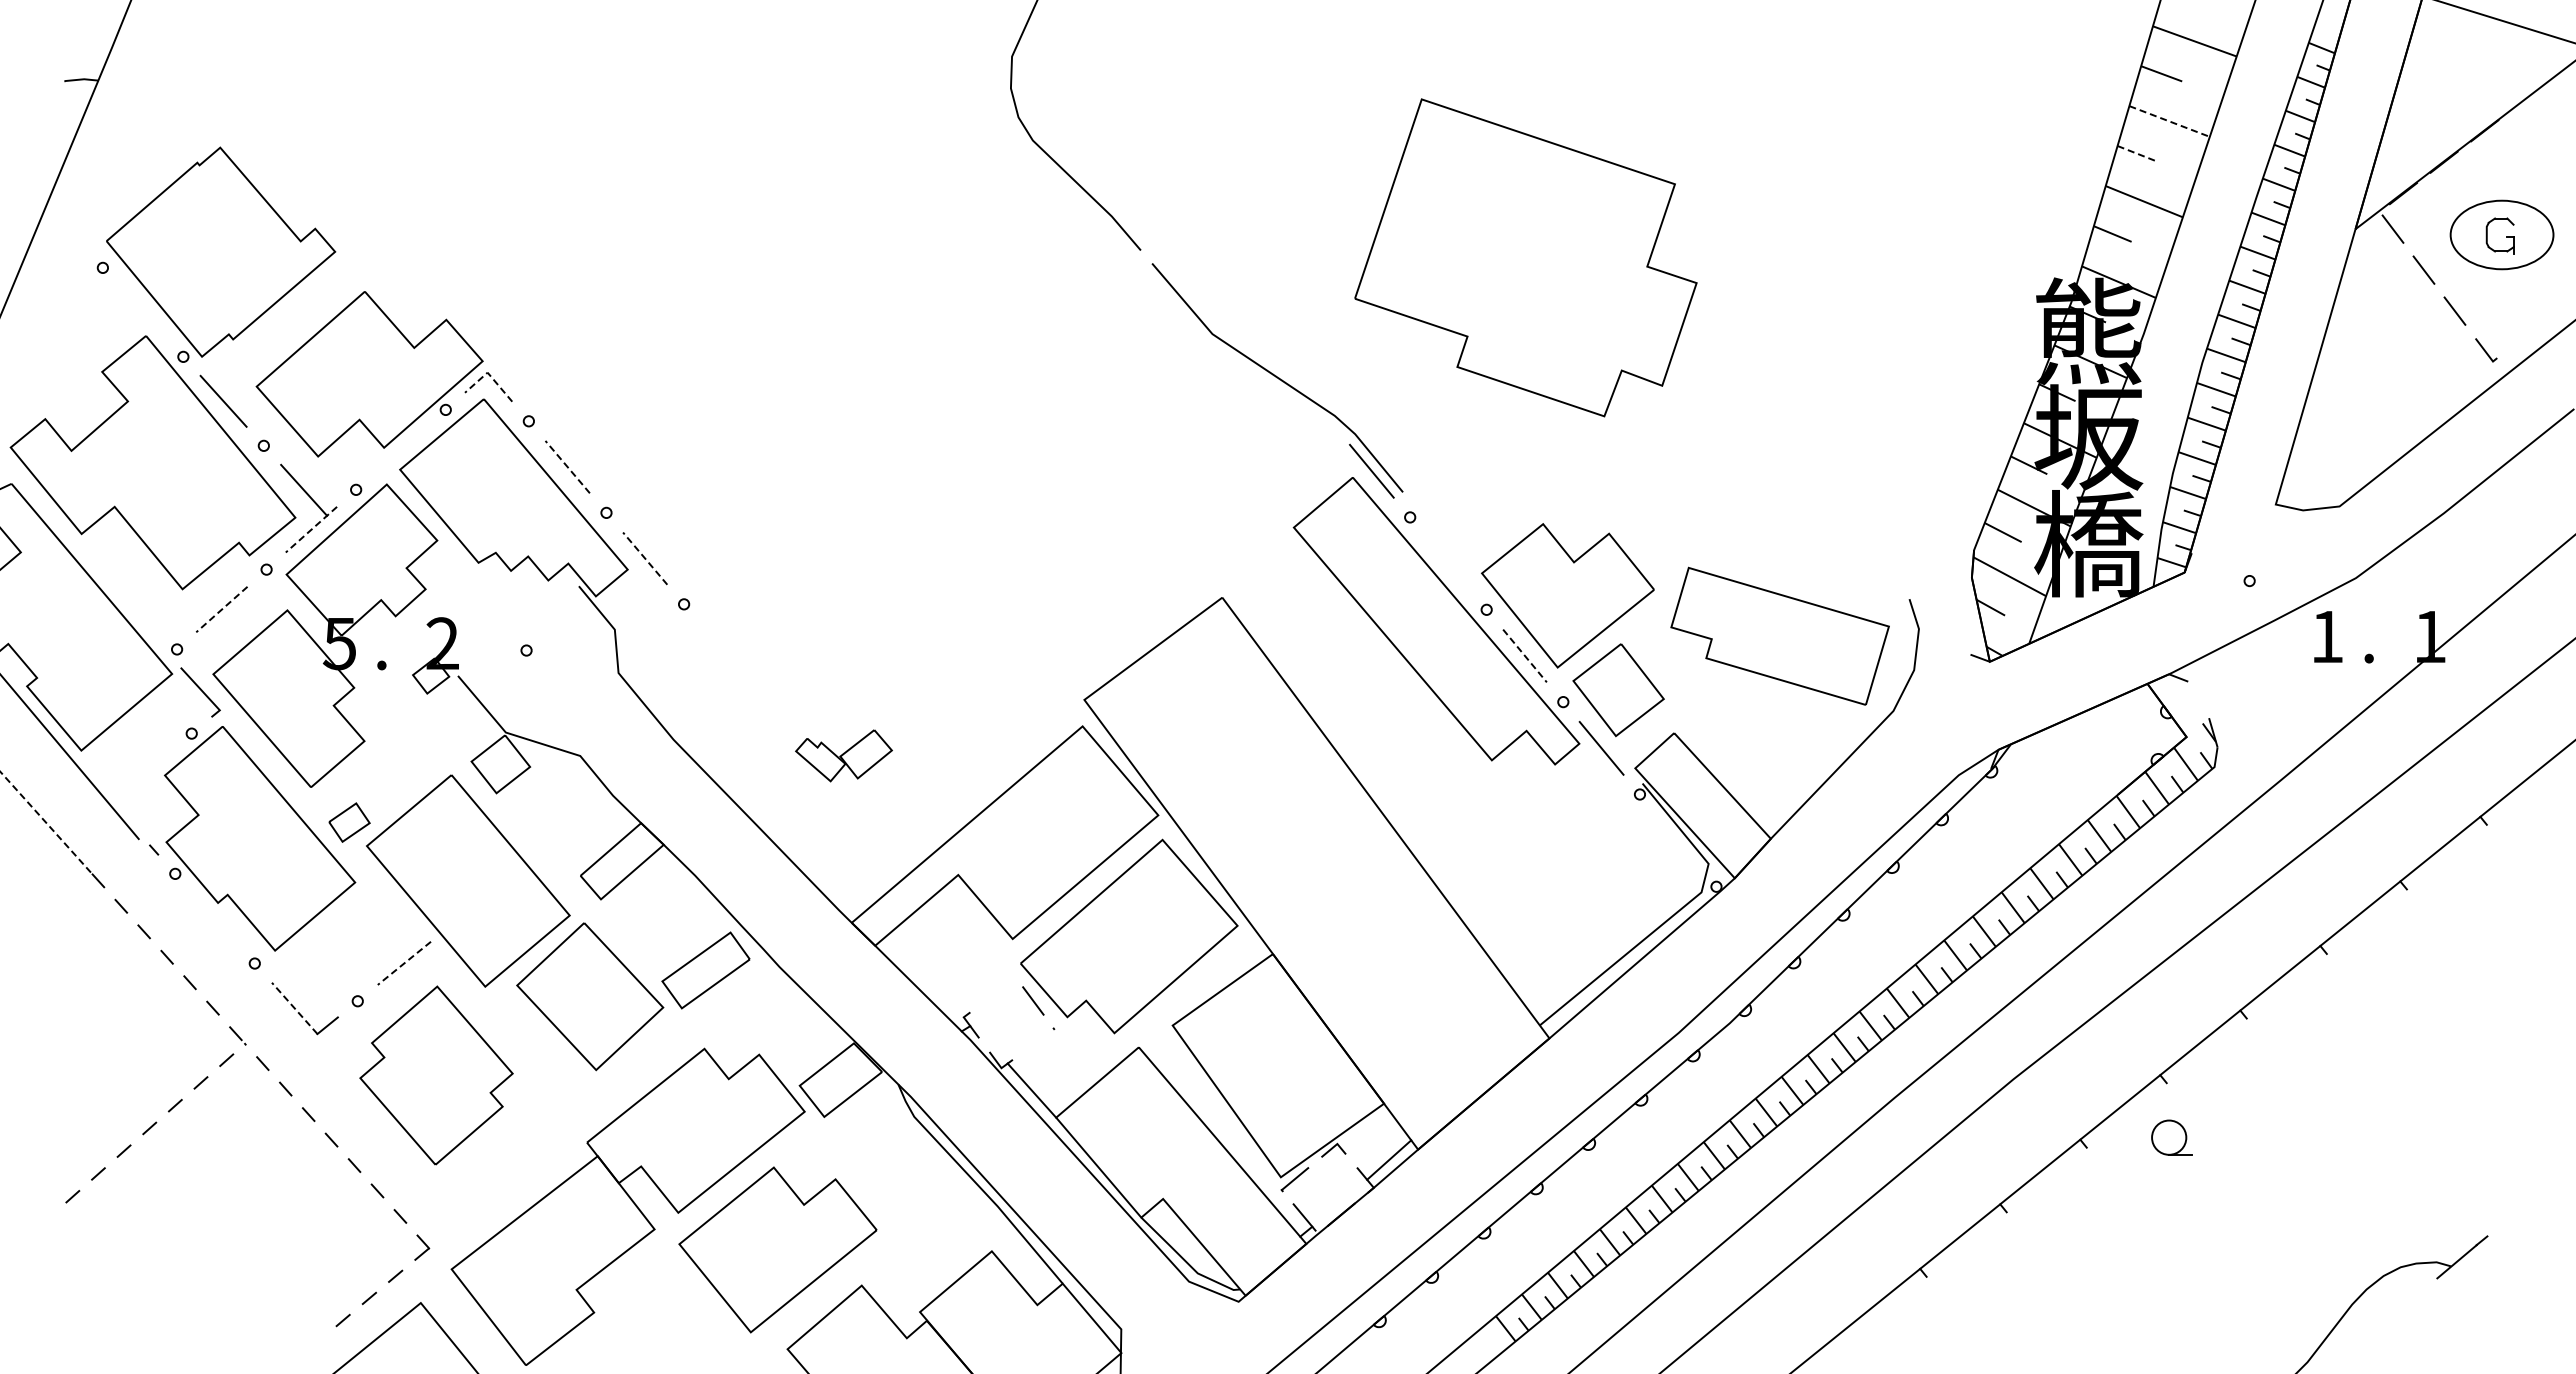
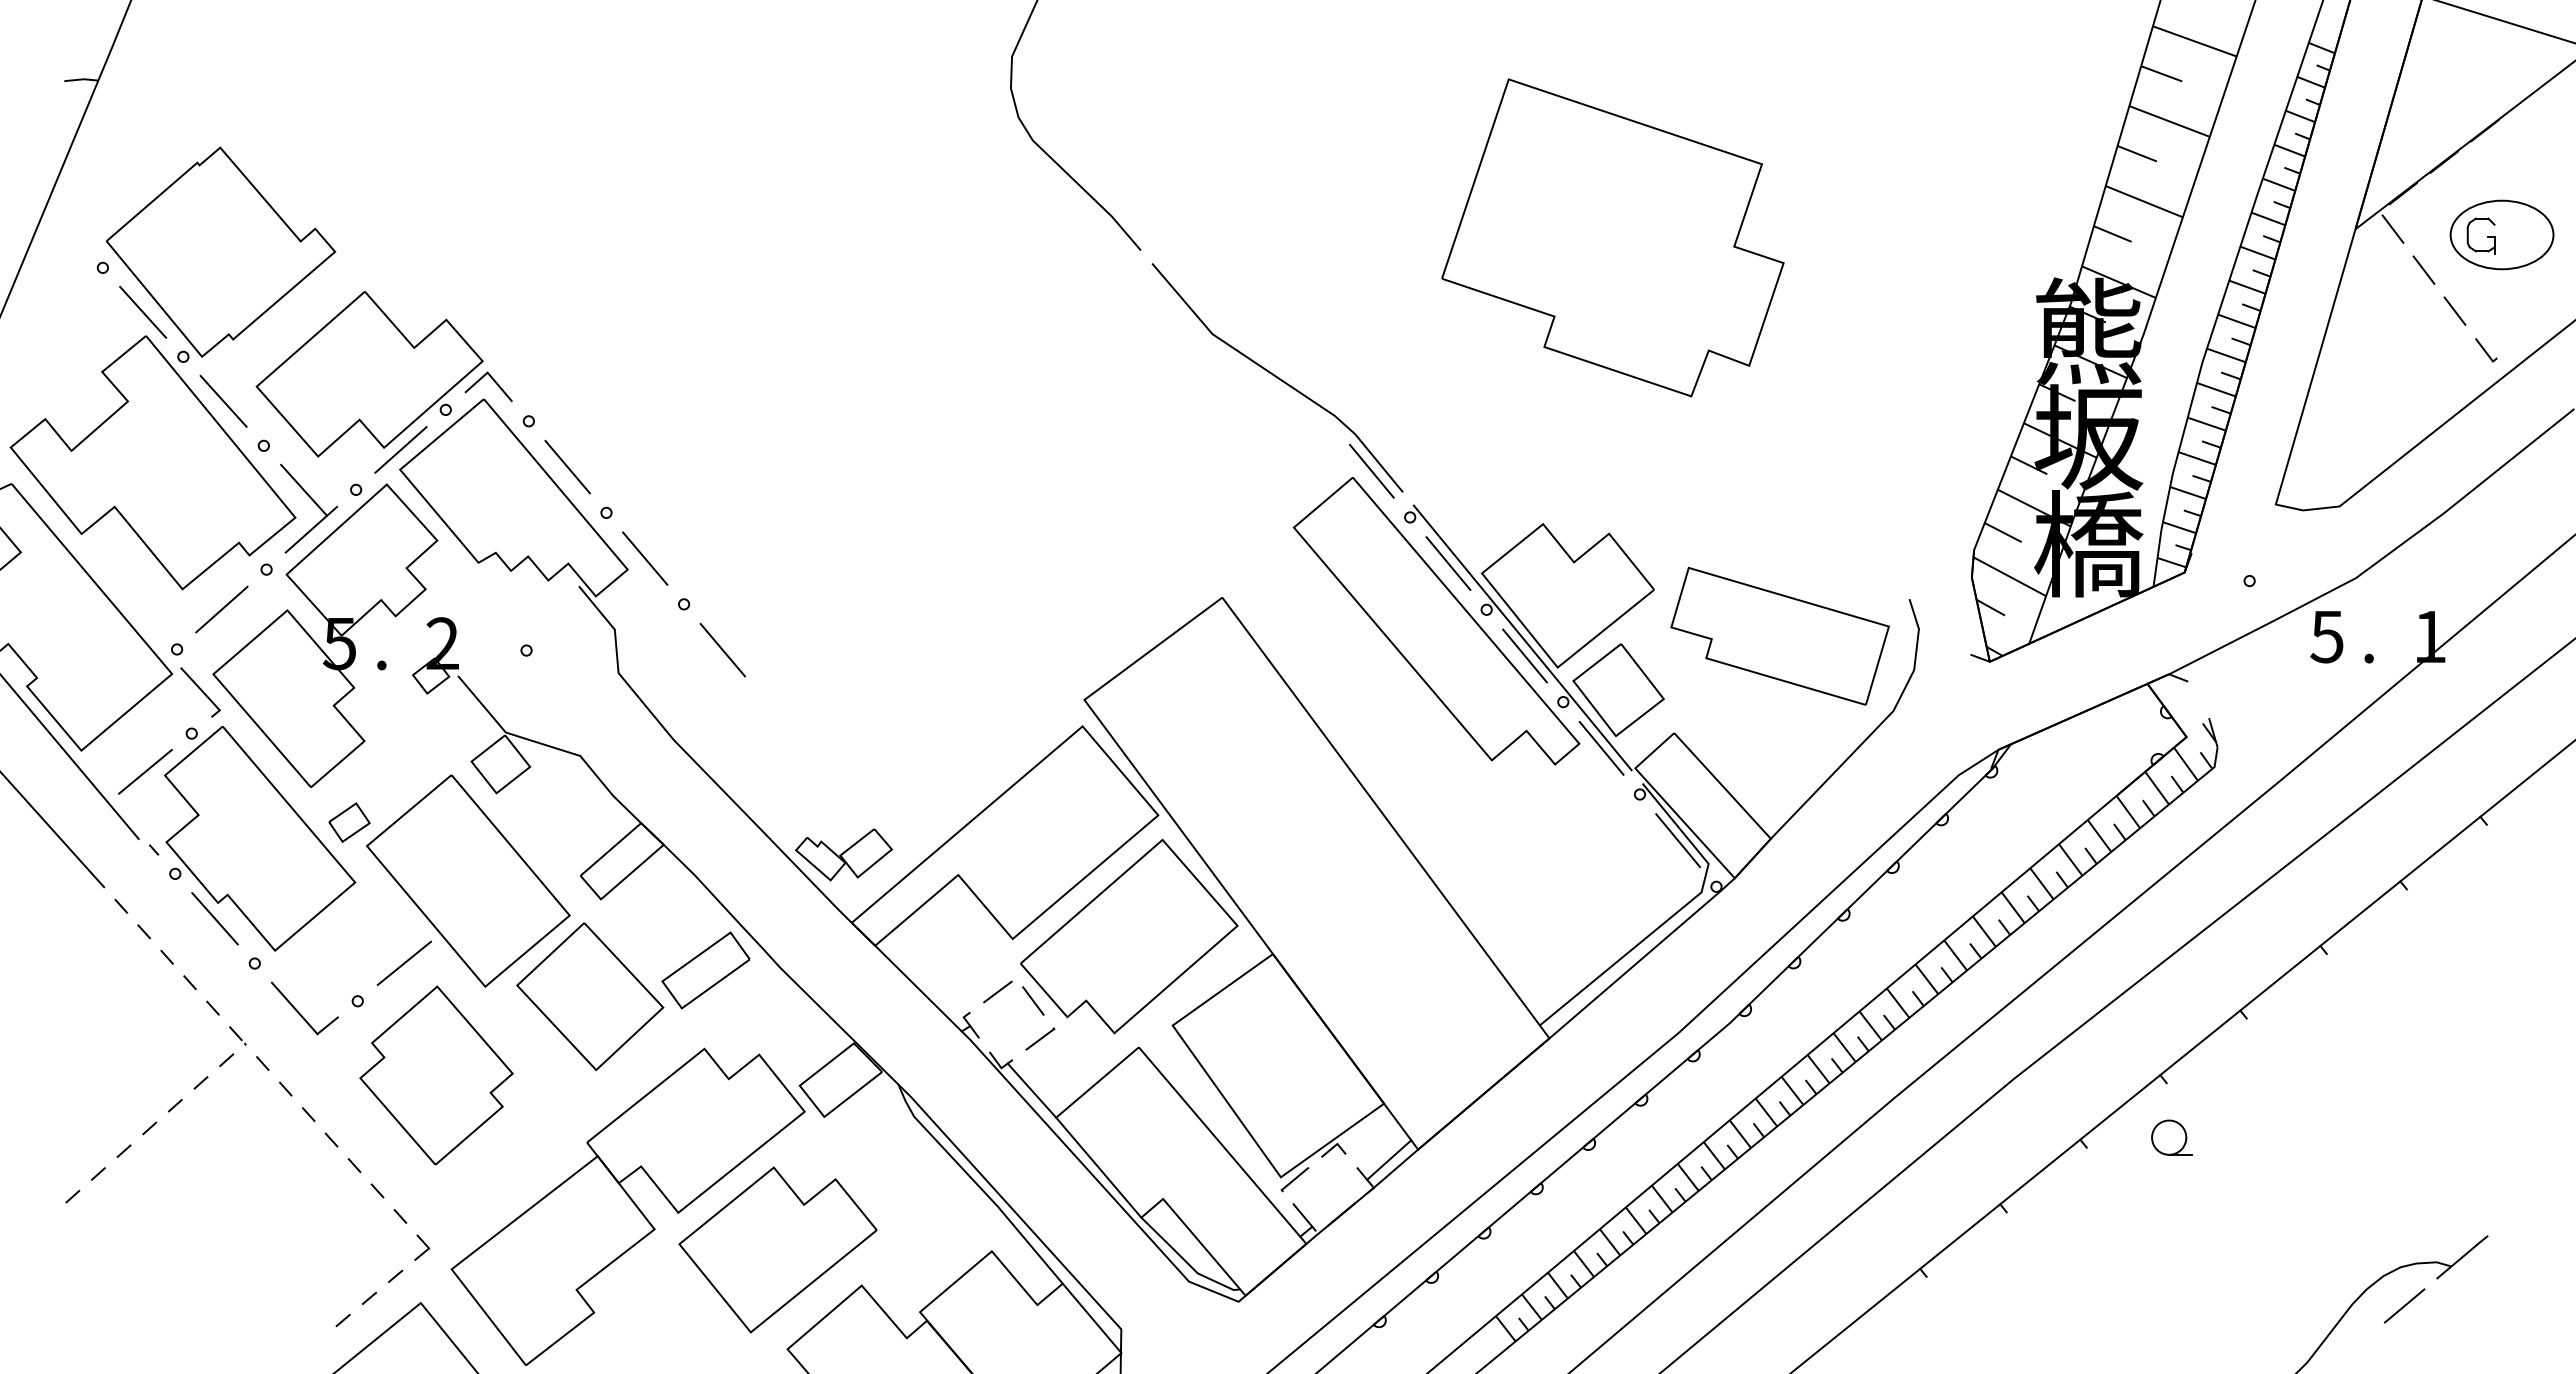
line at (2170, 121): dashed -> solid
line at (2137, 153): dashed -> solid
part at (2506, 236) position: (2506, 236) -> (2487, 236)
part at (1525, 257) position: (1525, 257) -> (1612, 237)
line at (143, 311): none -> present
line at (489, 374): dashed -> solid
line at (400, 449): none -> present
line at (567, 466): dashed -> solid
line at (311, 530): dashed -> solid
line at (644, 558): dashed -> solid
line at (1448, 563): none -> present
line at (221, 609): dashed -> solid
line at (1522, 637): none -> present
text at (2326, 637): 1 -> 5
line at (722, 649): none -> present
line at (1525, 656): dashed -> solid
part at (843, 755) position: (843, 755) -> (843, 854)
line at (145, 771): none -> present
line at (46, 823): dashed -> solid
line at (1678, 840): none -> present
line at (214, 918): none -> present
line at (404, 963): dashed -> solid
line at (997, 991): none -> present
line at (294, 1008): dashed -> solid
line at (1040, 1039): none -> present
line at (2404, 1305): none -> present
